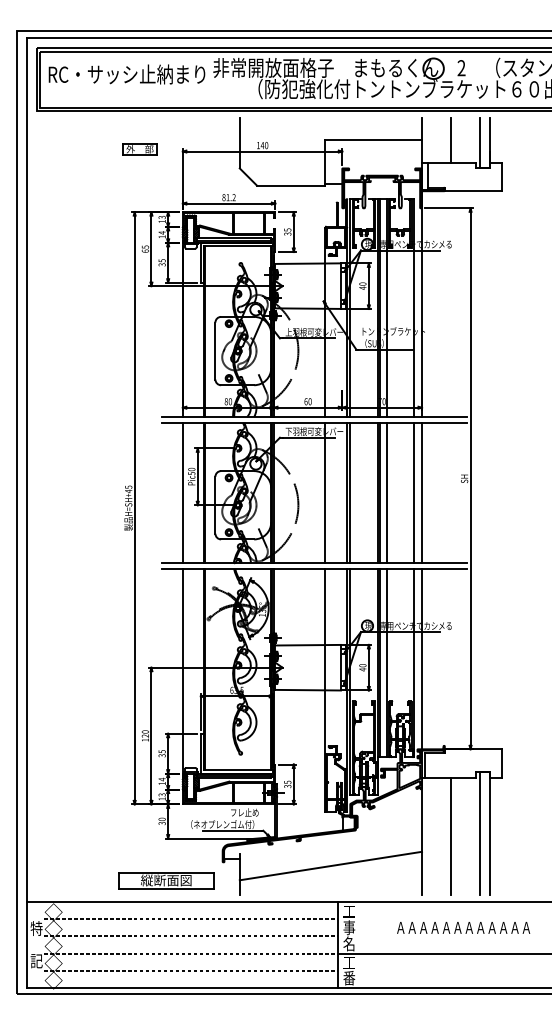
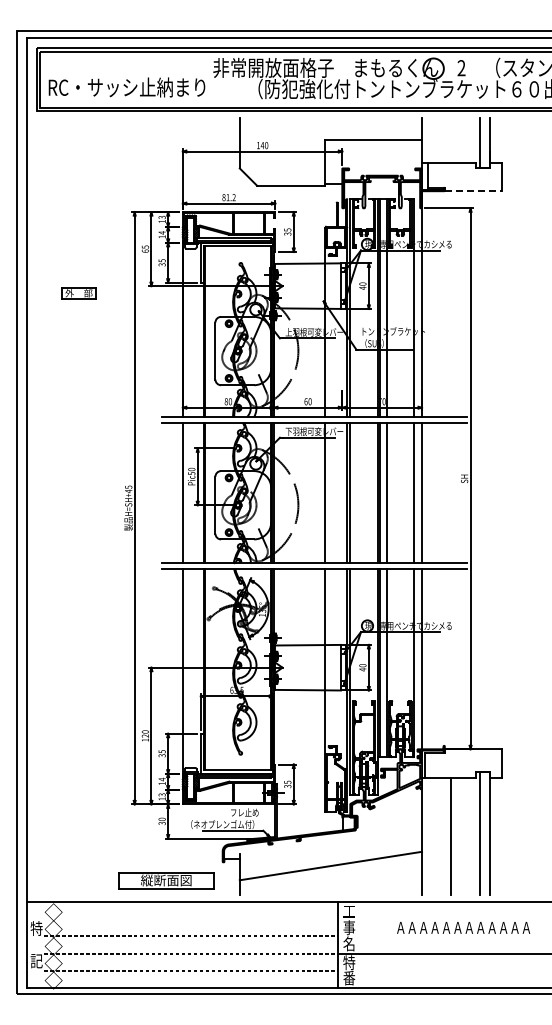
text at (126, 74) position: (126, 74) -> (126, 87)
line at (450, 140): present -> none
part at (139, 149) position: (139, 149) -> (78, 293)
line at (473, 191): solid -> dashed
line at (191, 919): present -> none
text at (349, 962): 工 -> 特
